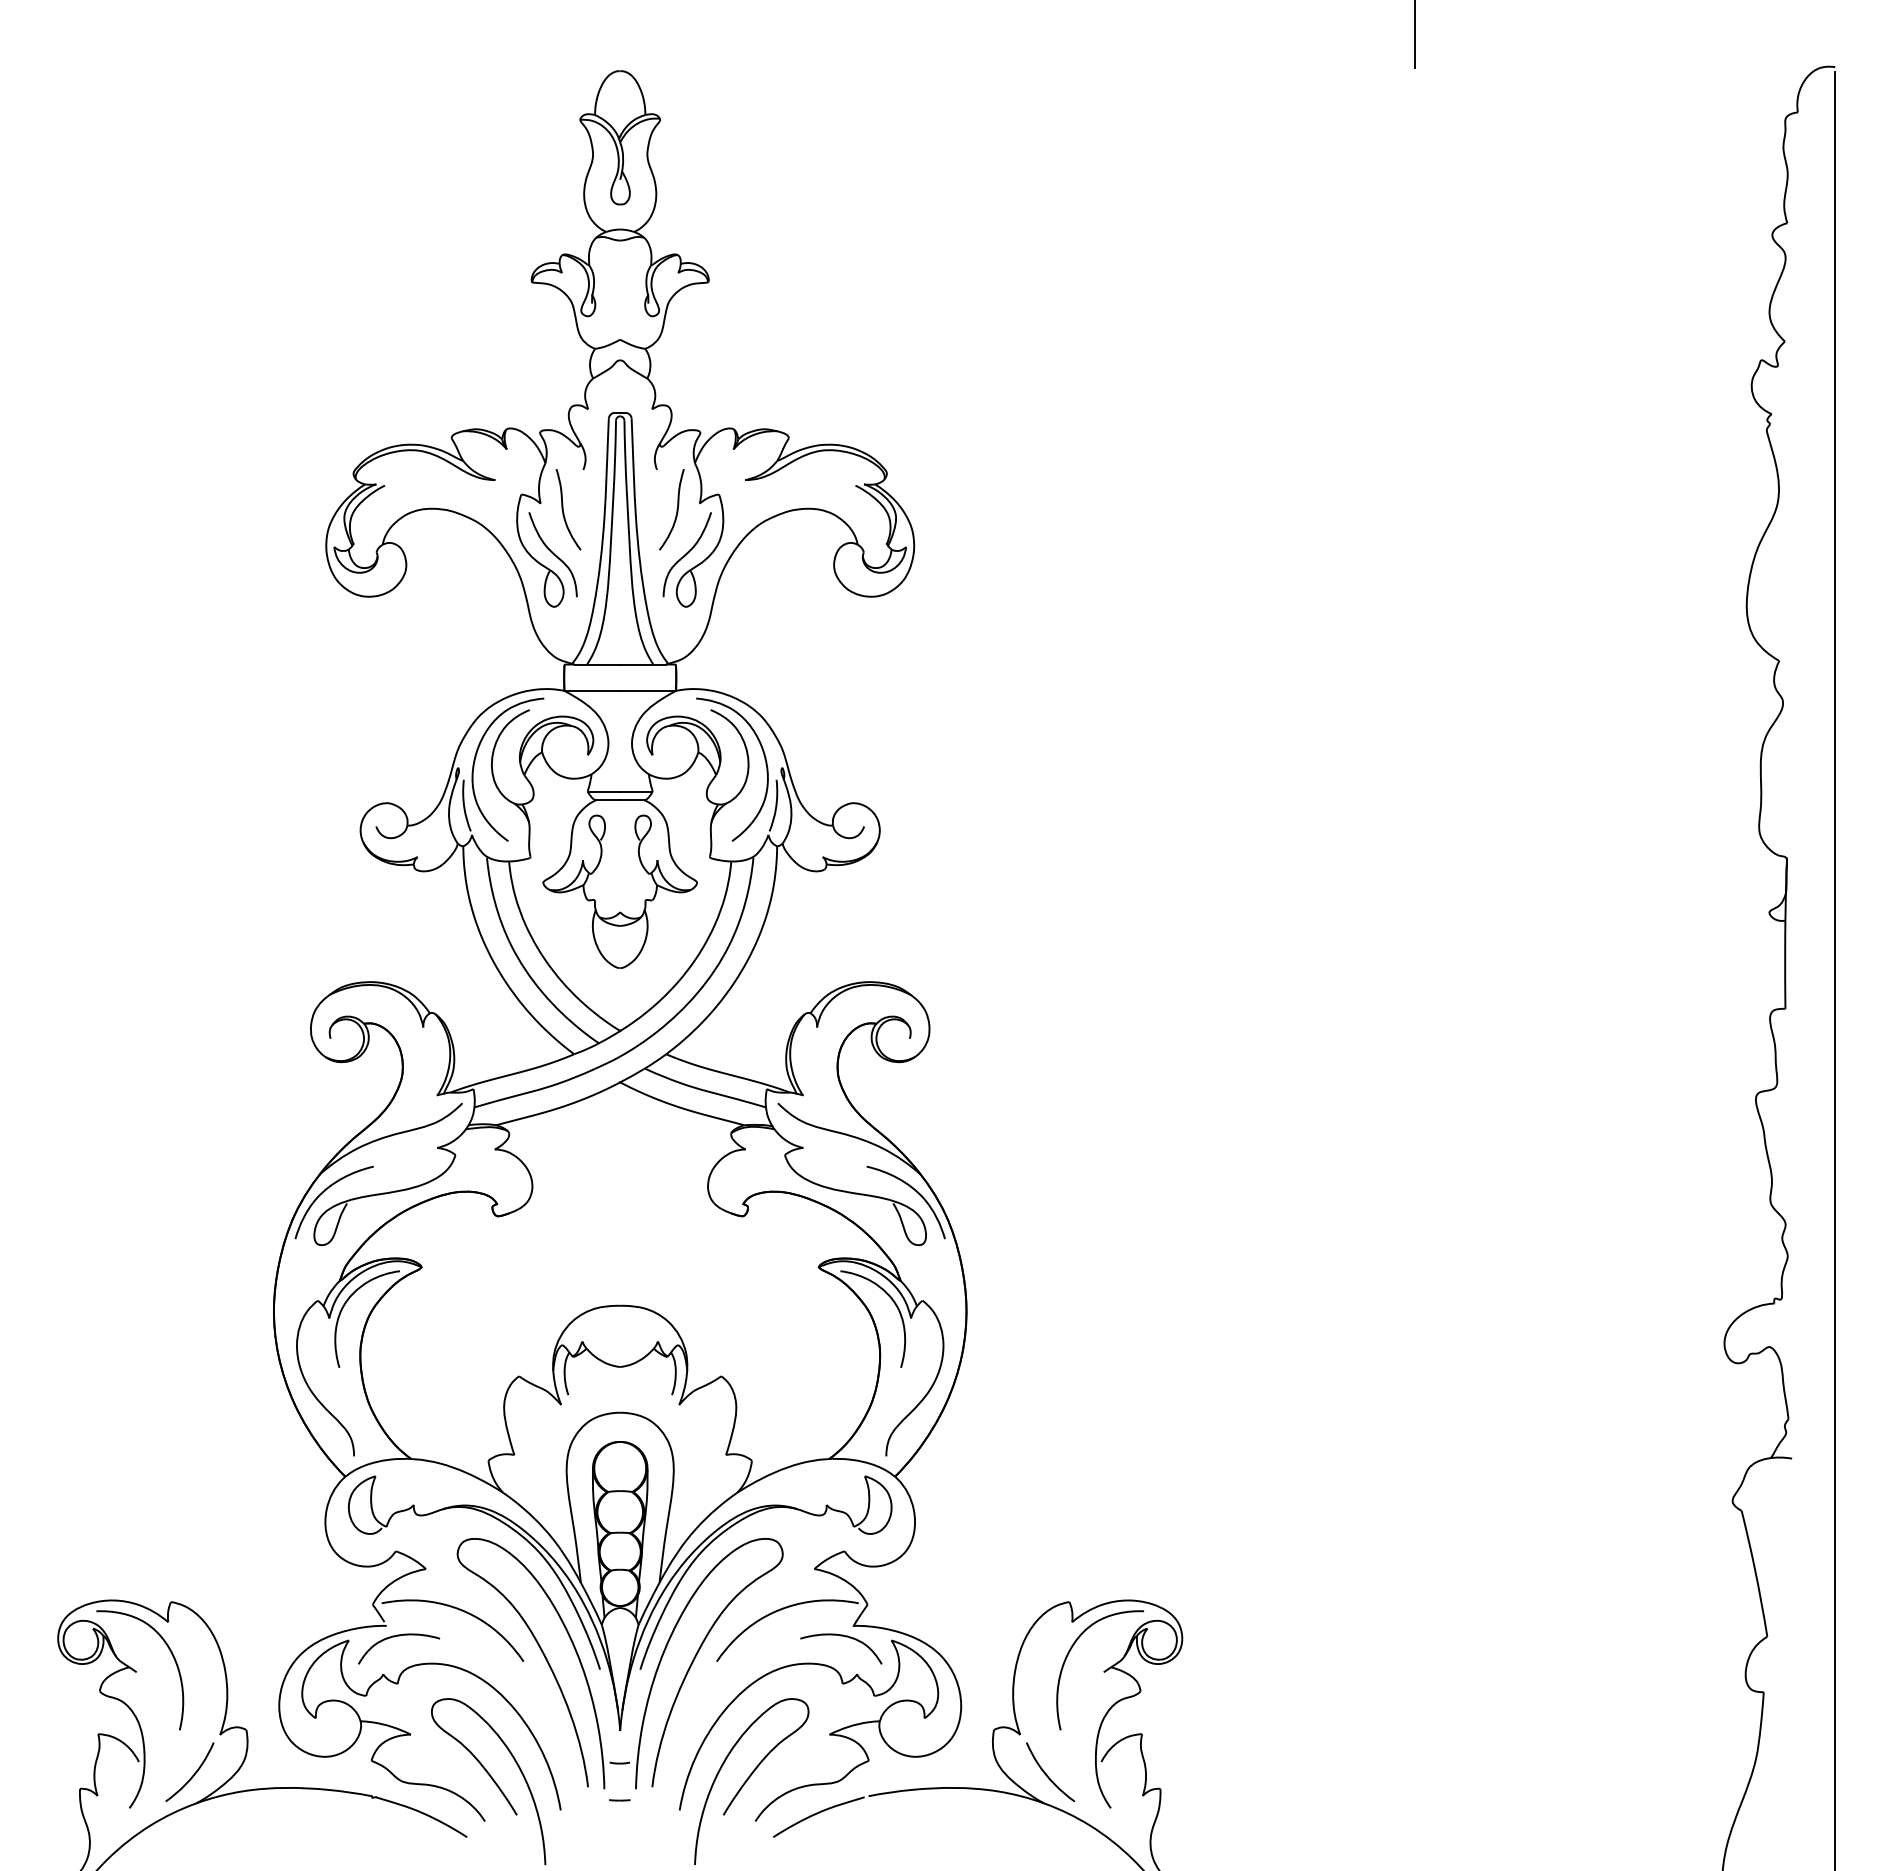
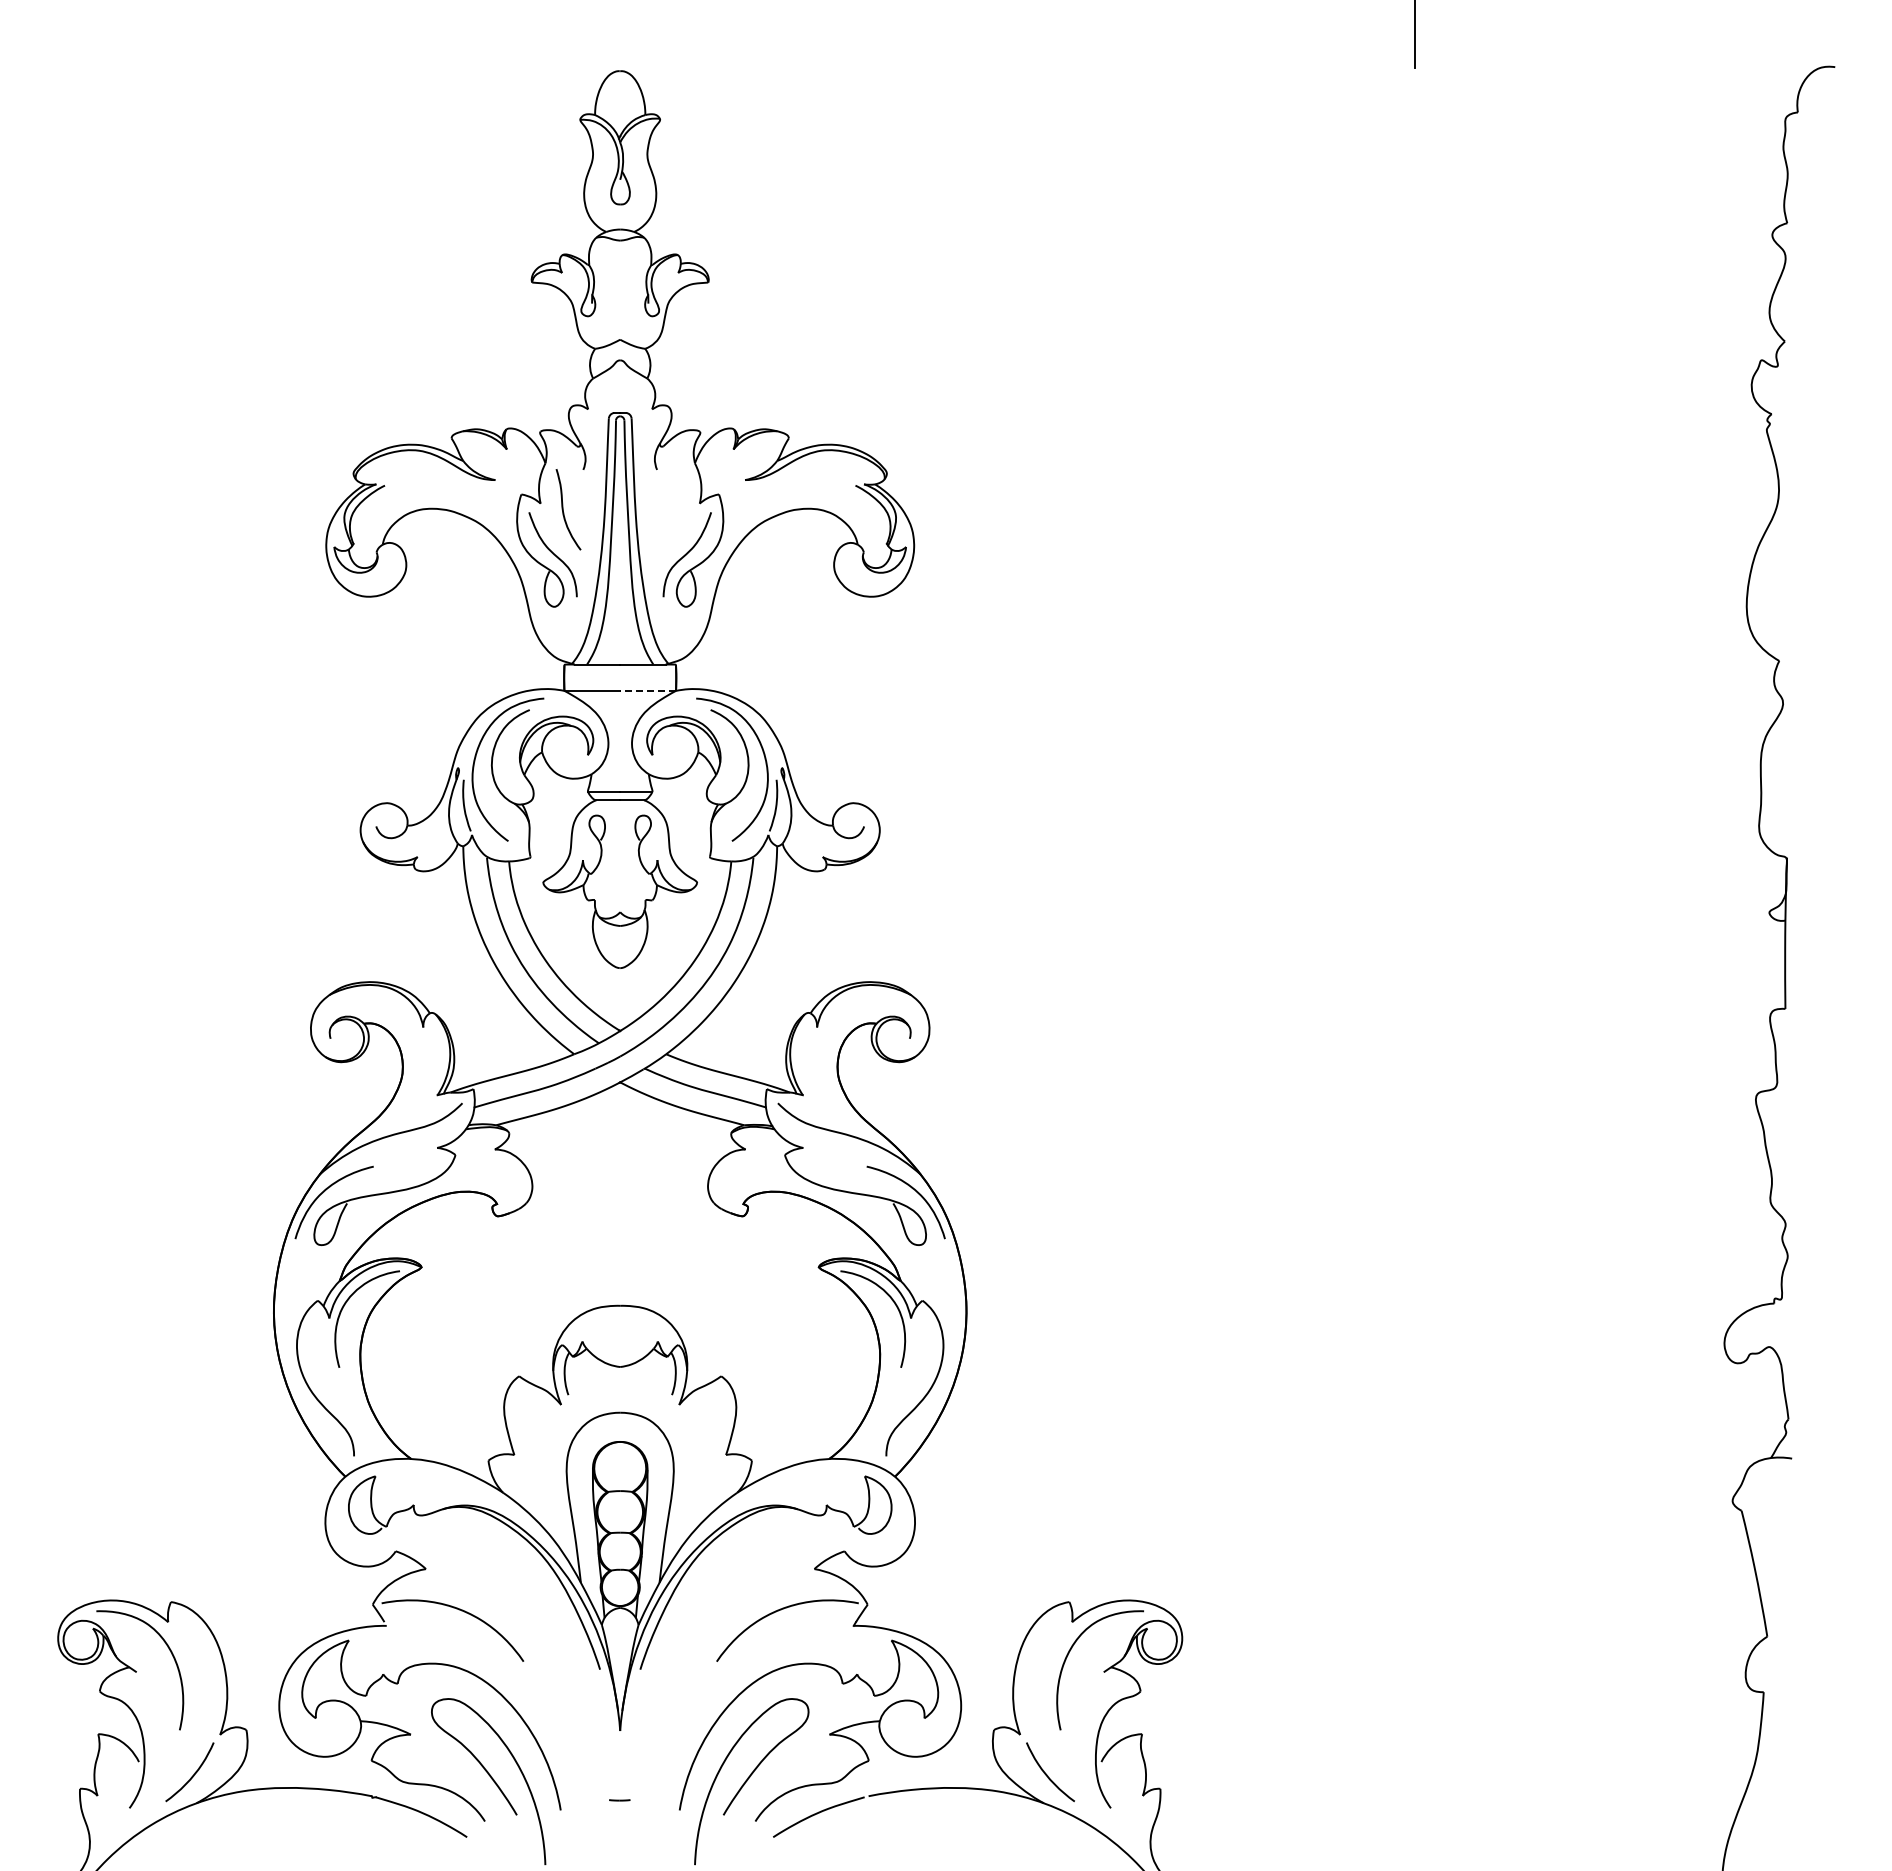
curve at (676, 509): present -> none
line at (648, 690): solid -> dashed
line at (1835, 969): present -> none
curve at (399, 1636): present -> none
curve at (845, 1637): present -> none
part at (586, 1675): present -> none
